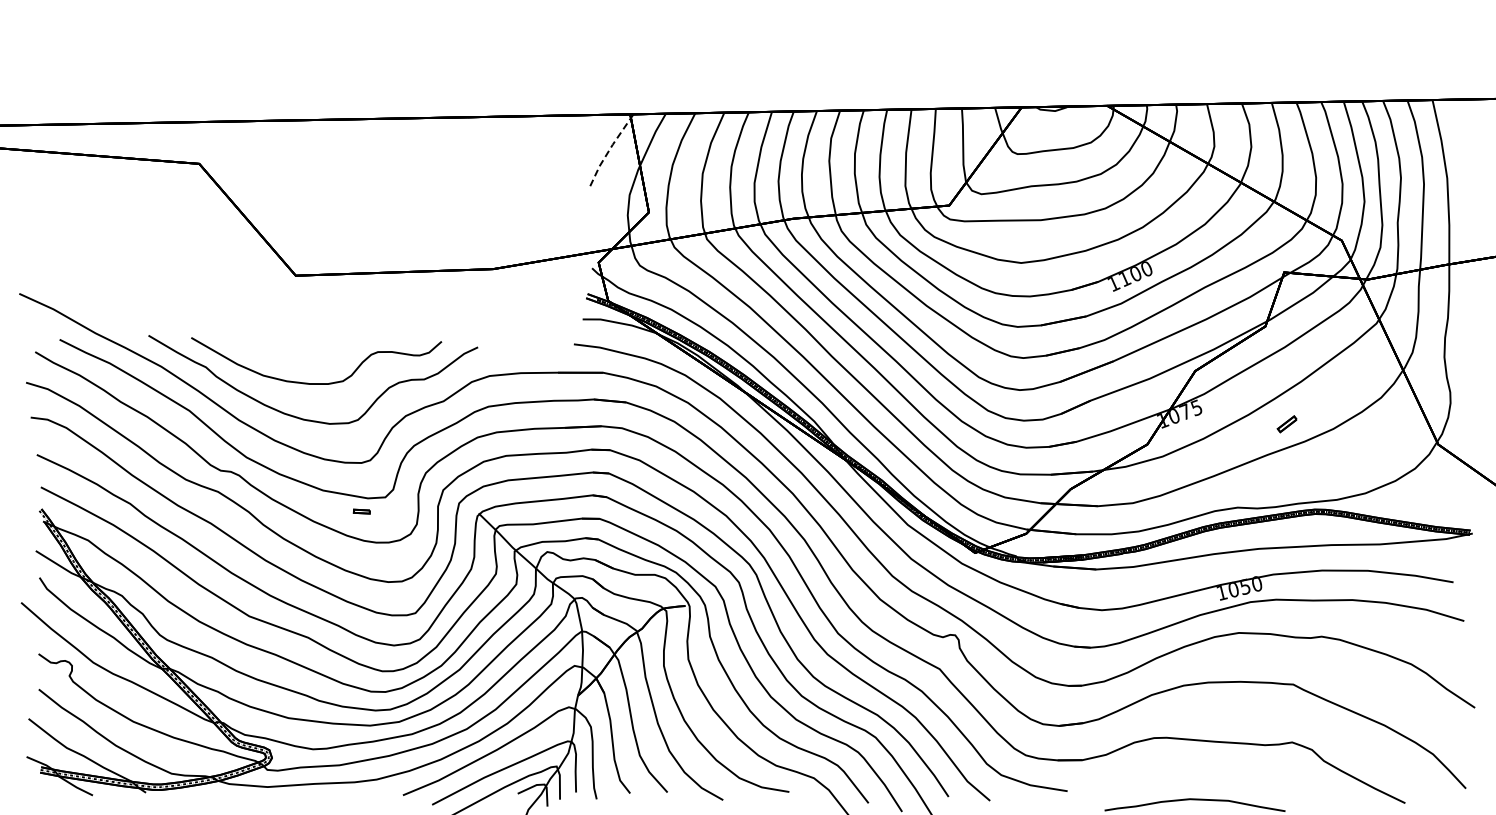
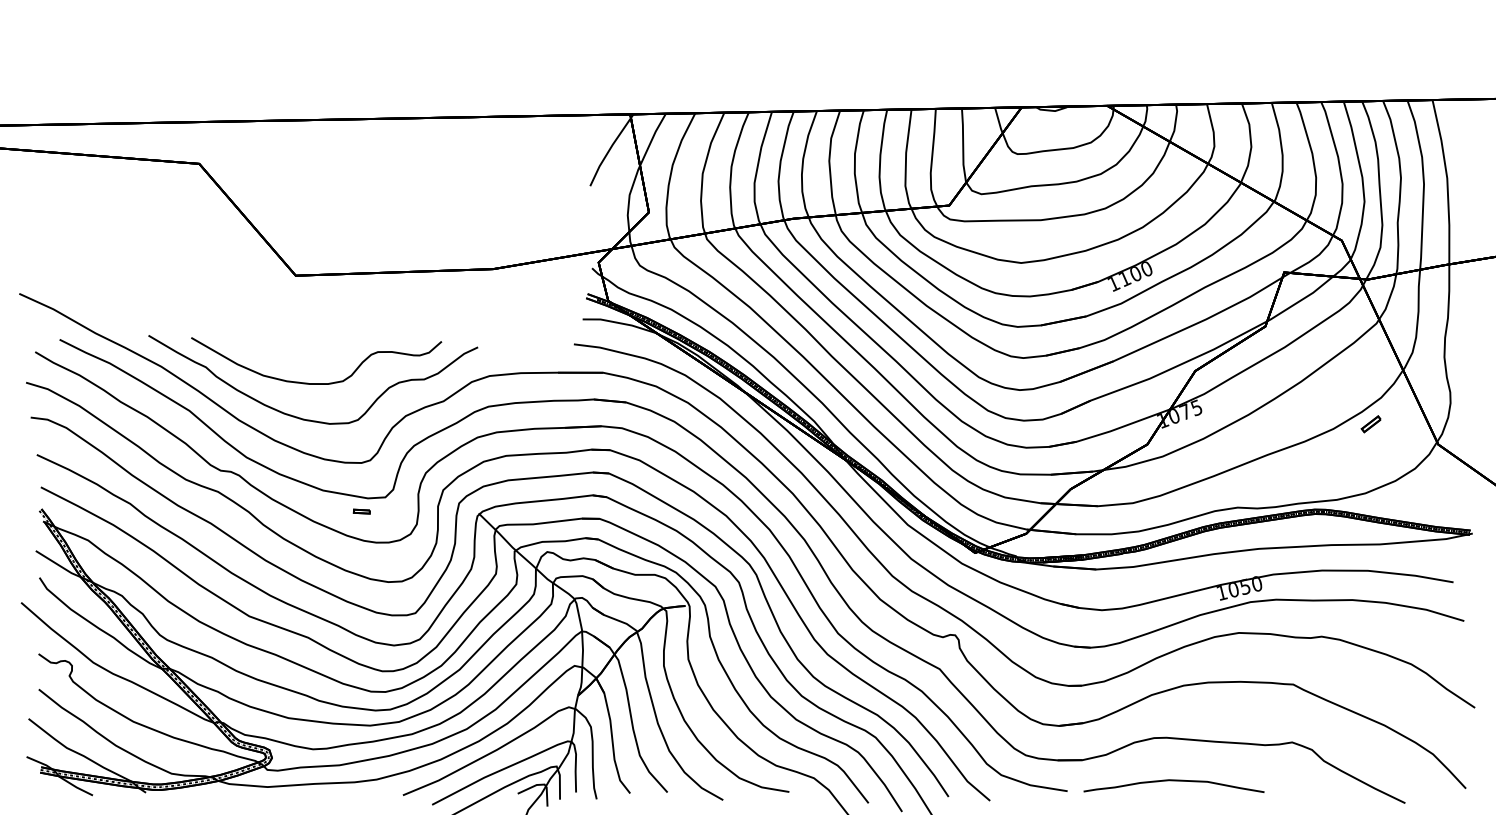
line at (610, 148): dashed -> solid
part at (1286, 424) position: (1286, 424) -> (1370, 424)
curve at (1194, 800) position: (1194, 800) -> (1173, 781)
